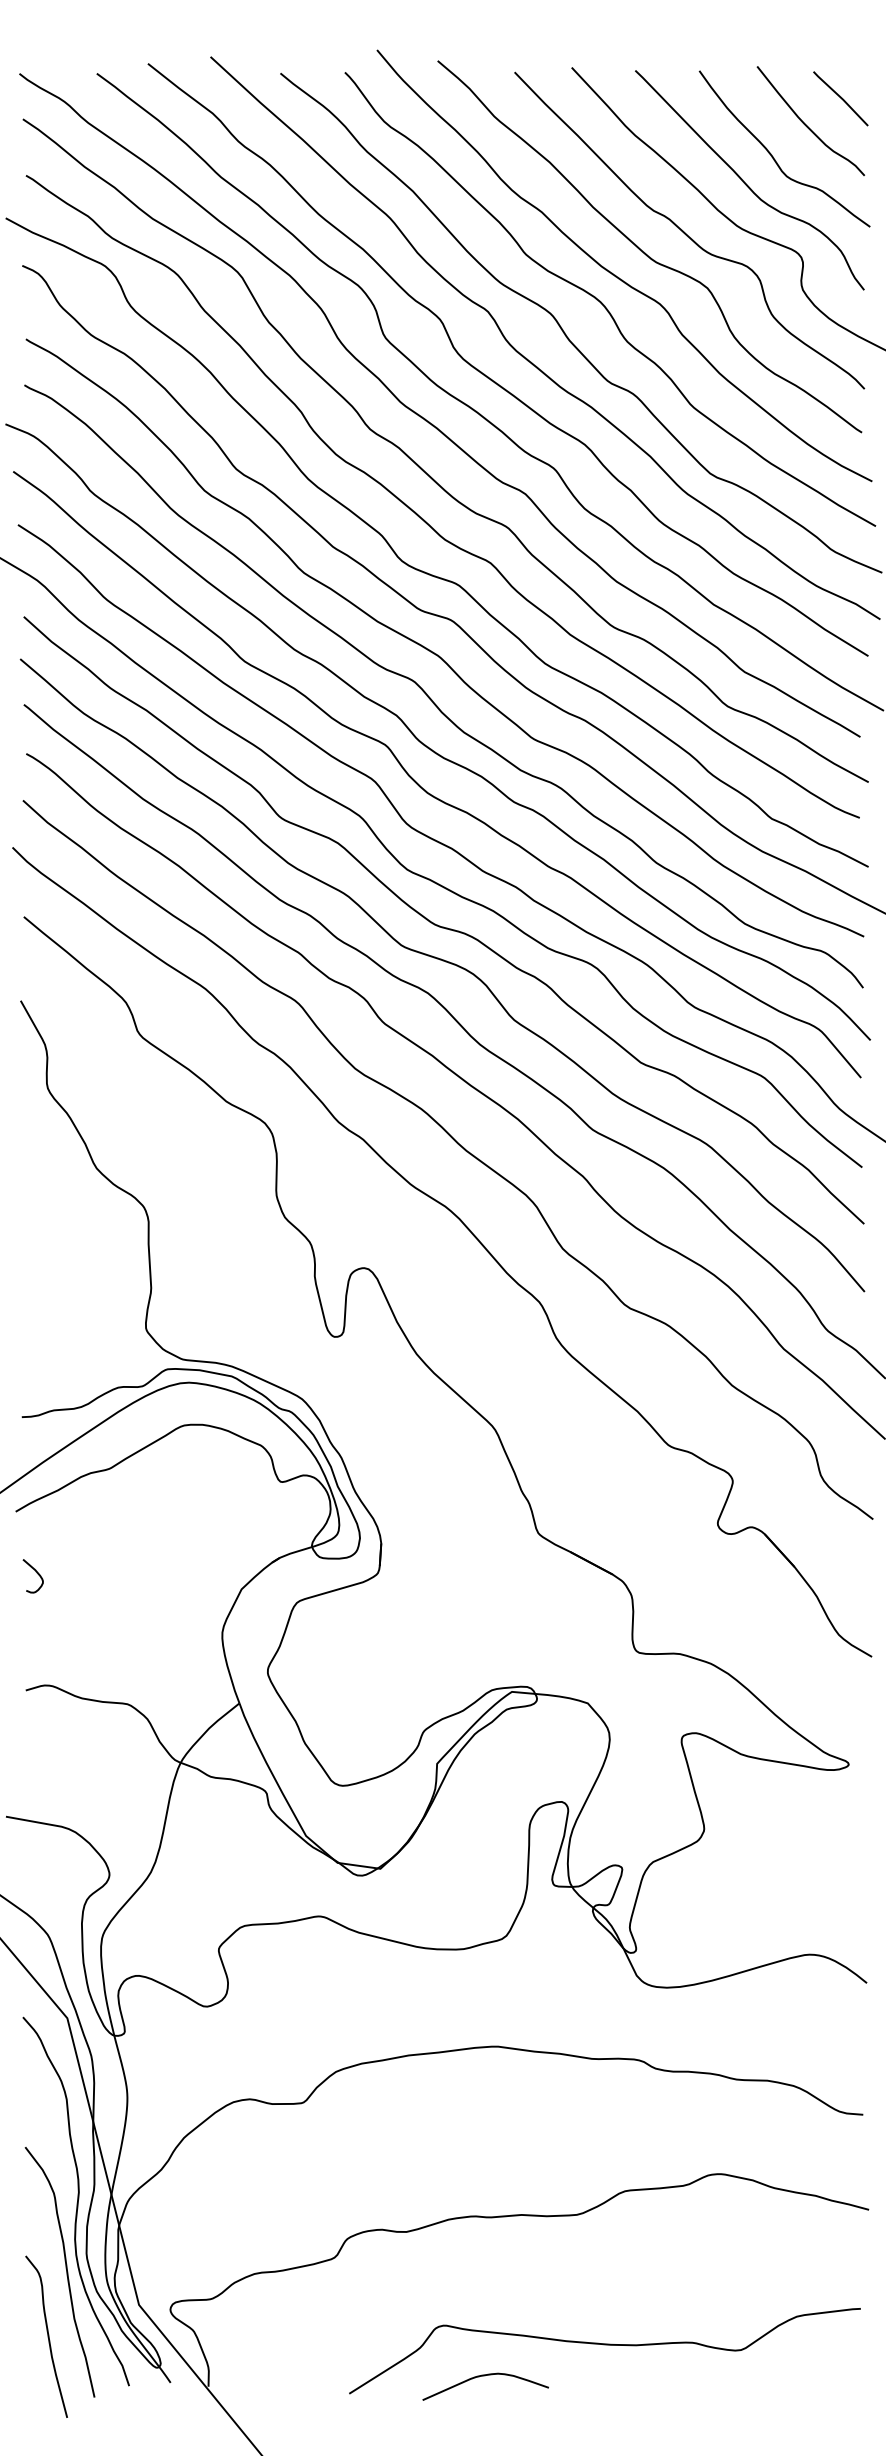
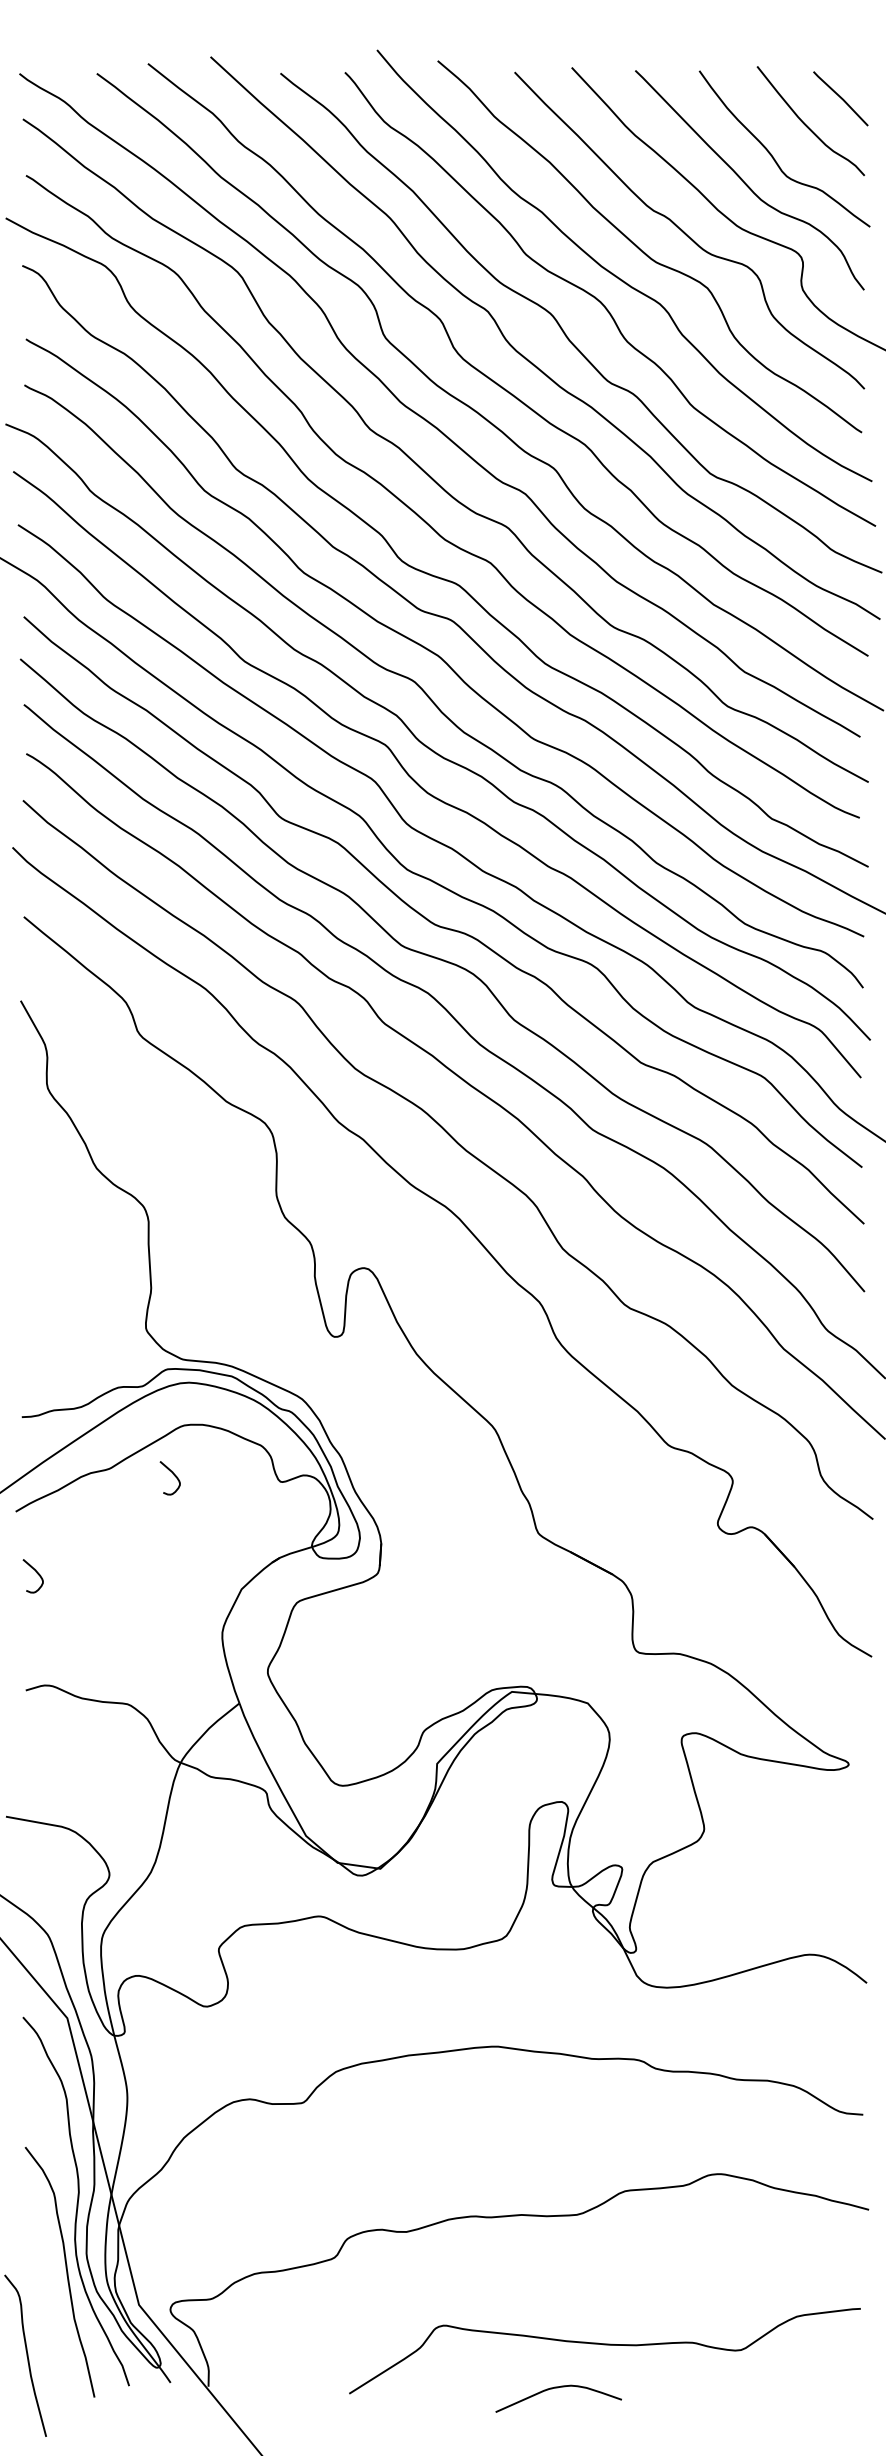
curve at (173, 1475): none -> present
curve at (47, 2336) position: (47, 2336) -> (26, 2355)
curve at (485, 2376) position: (485, 2376) -> (558, 2388)
